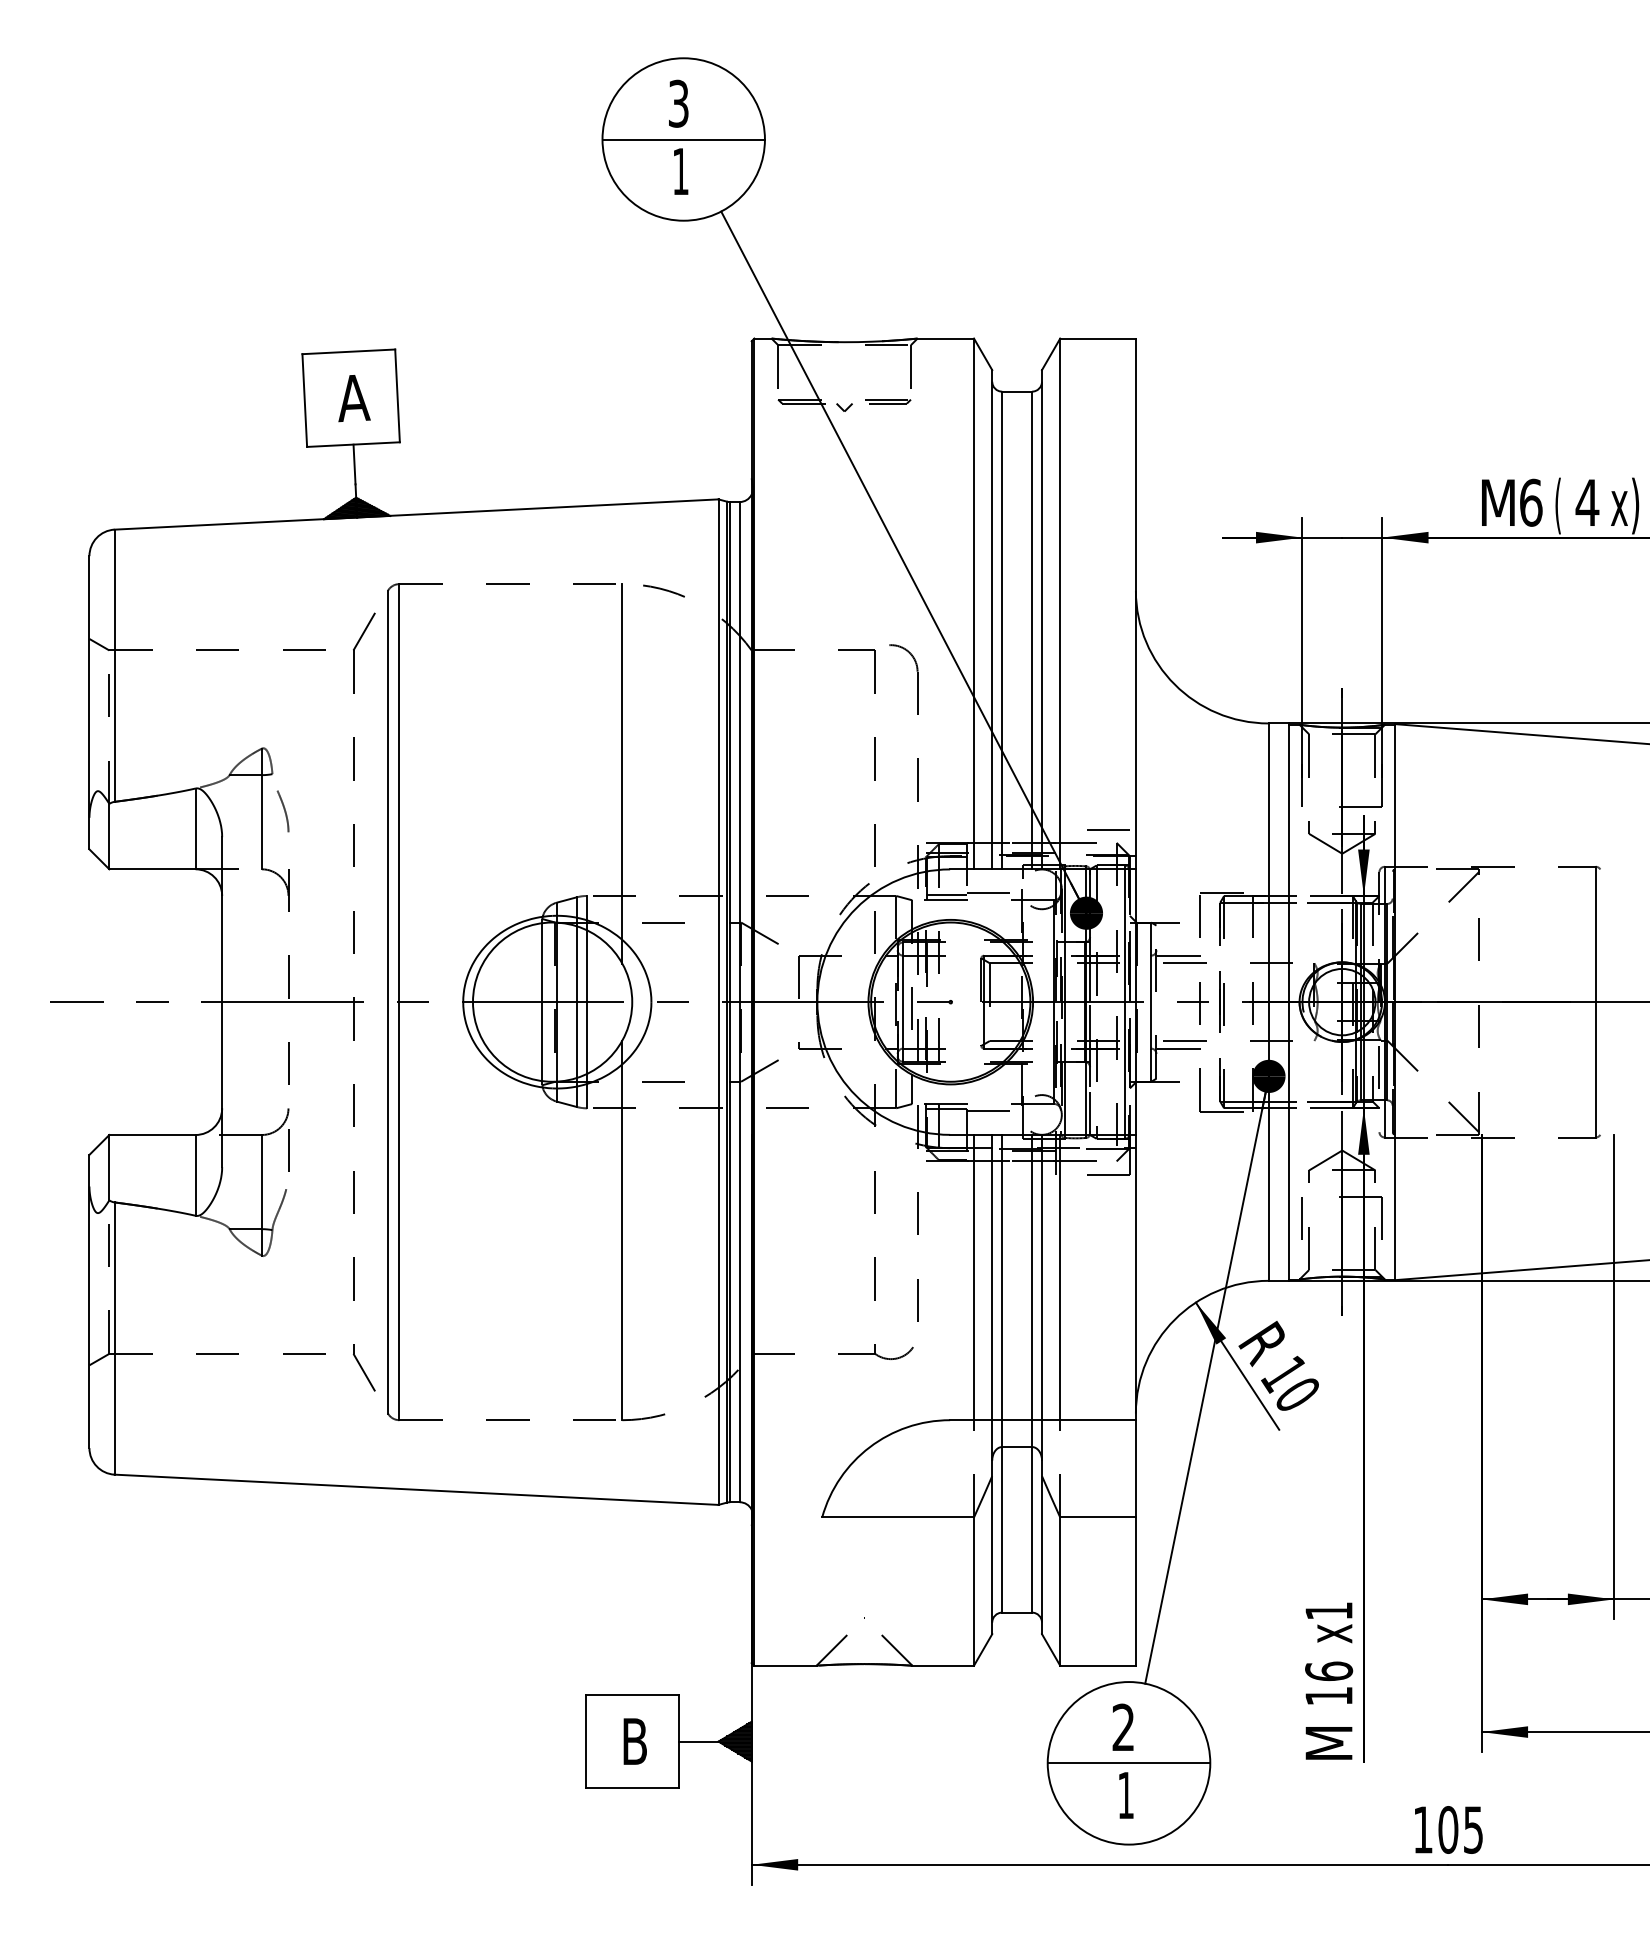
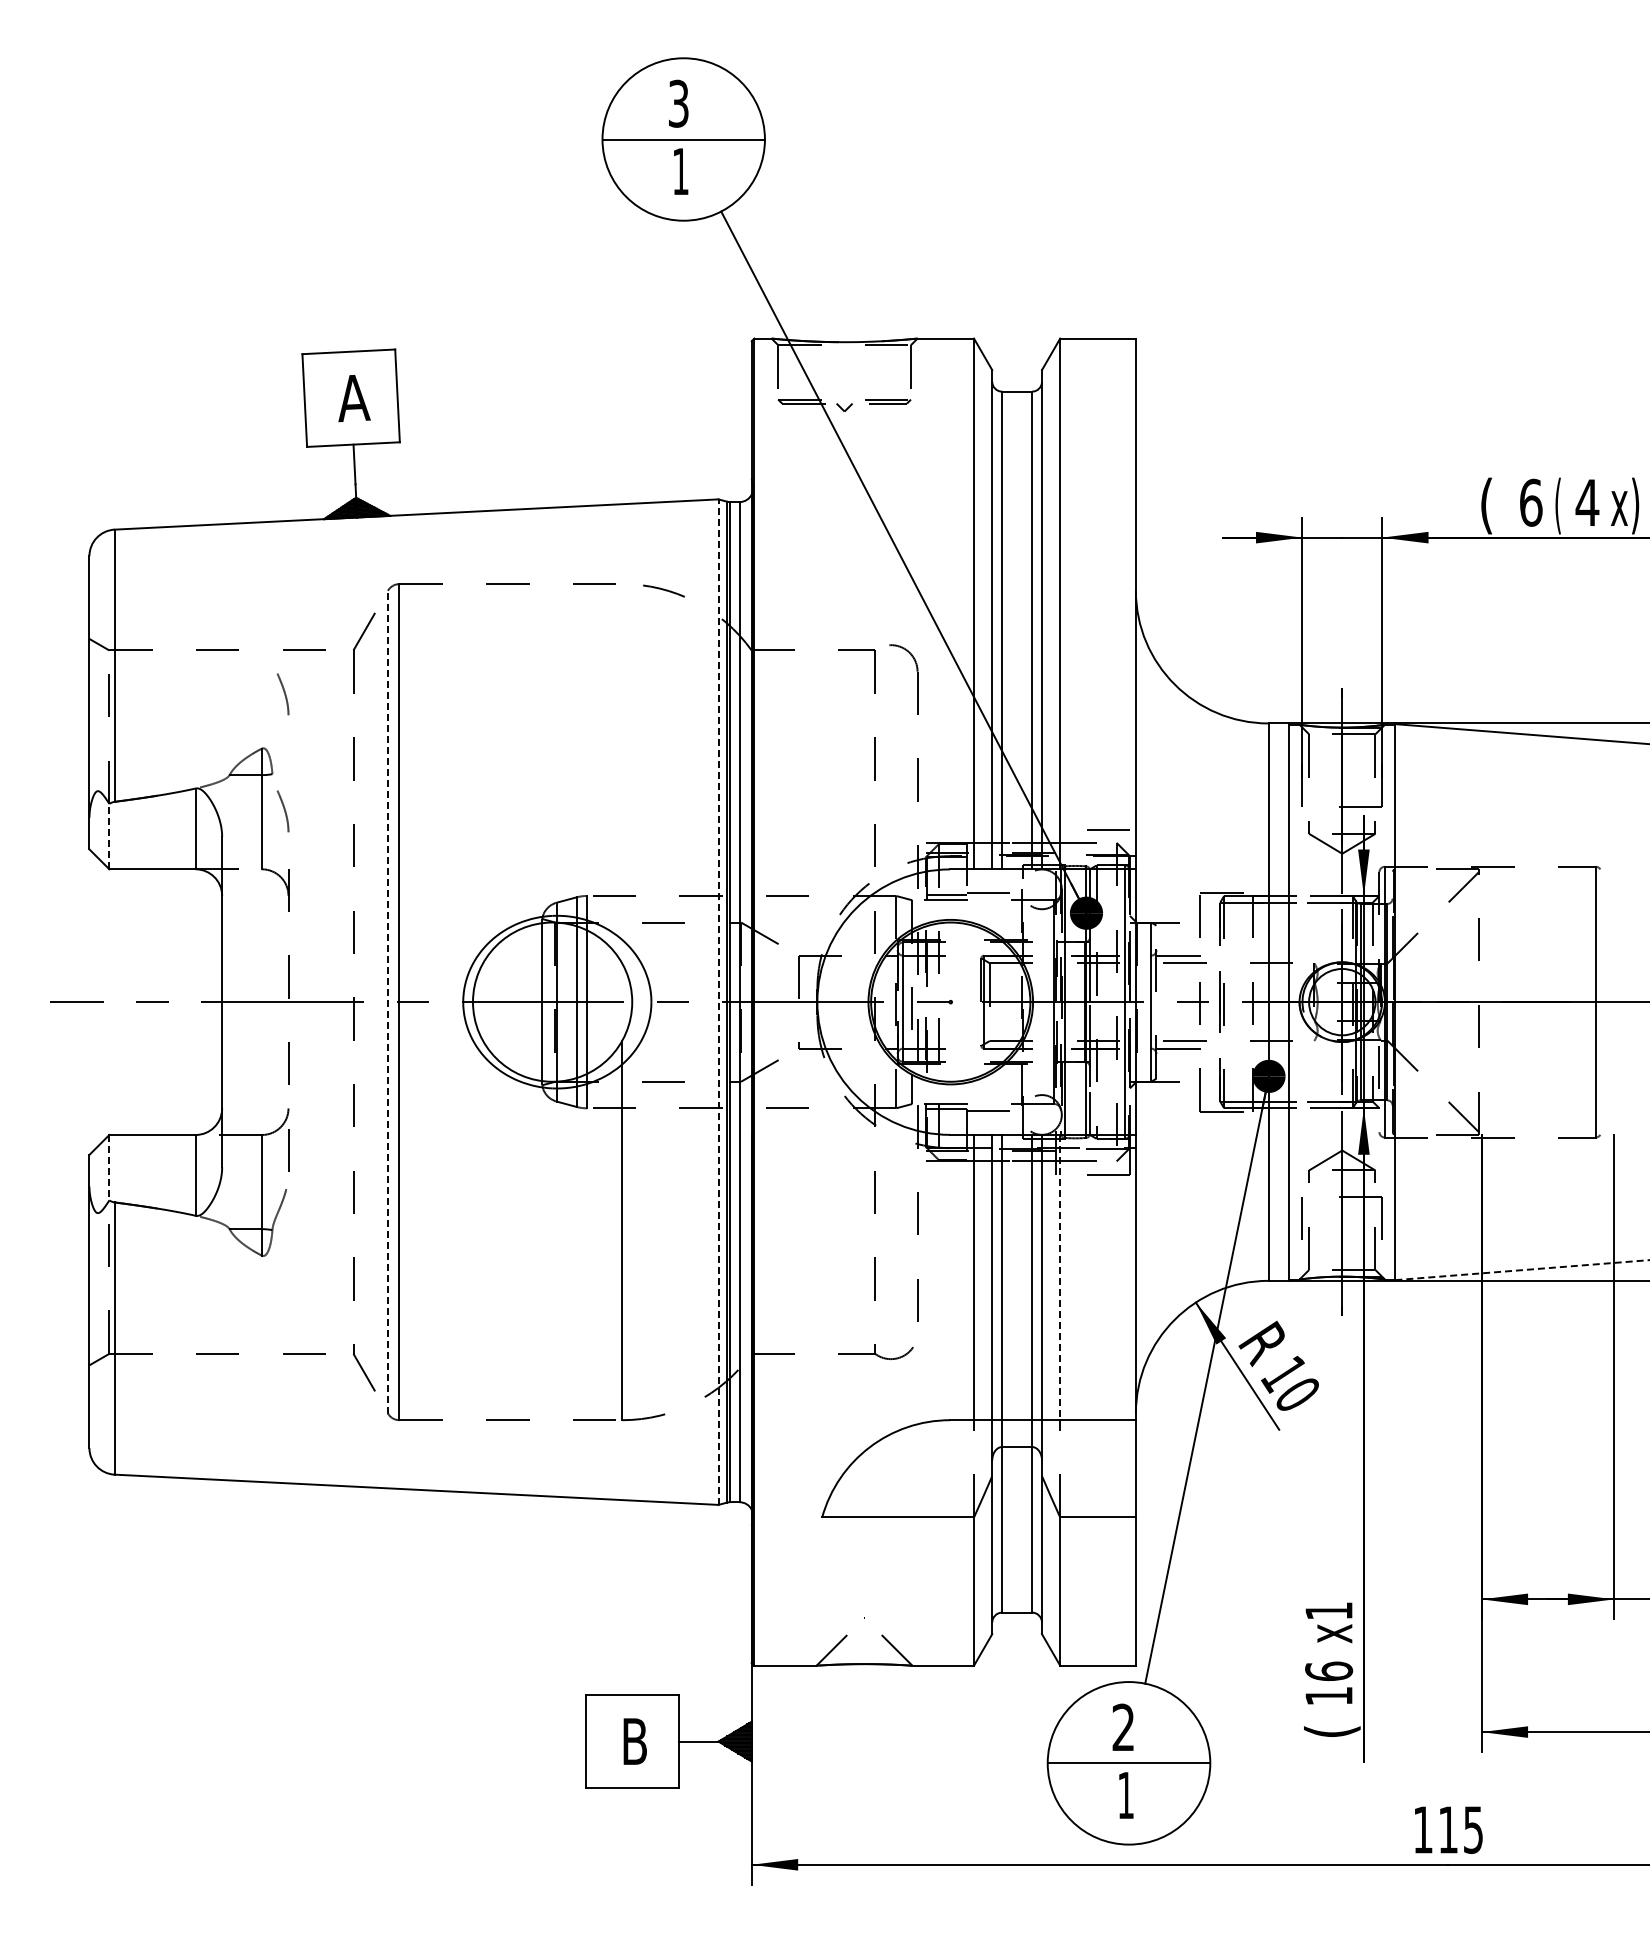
text at (1497, 505): M -> (
curve at (284, 694): none -> present
line at (622, 773): present -> none
line at (109, 836): solid -> dashed
line at (387, 1001): solid -> dashed
line at (718, 1002): solid -> dashed
line at (109, 1167): solid -> dashed
line at (1522, 1270): solid -> dashed
line at (1060, 1277): solid -> dashed
text at (1332, 1742): M -> (
text at (1448, 1829): 105 -> 115
